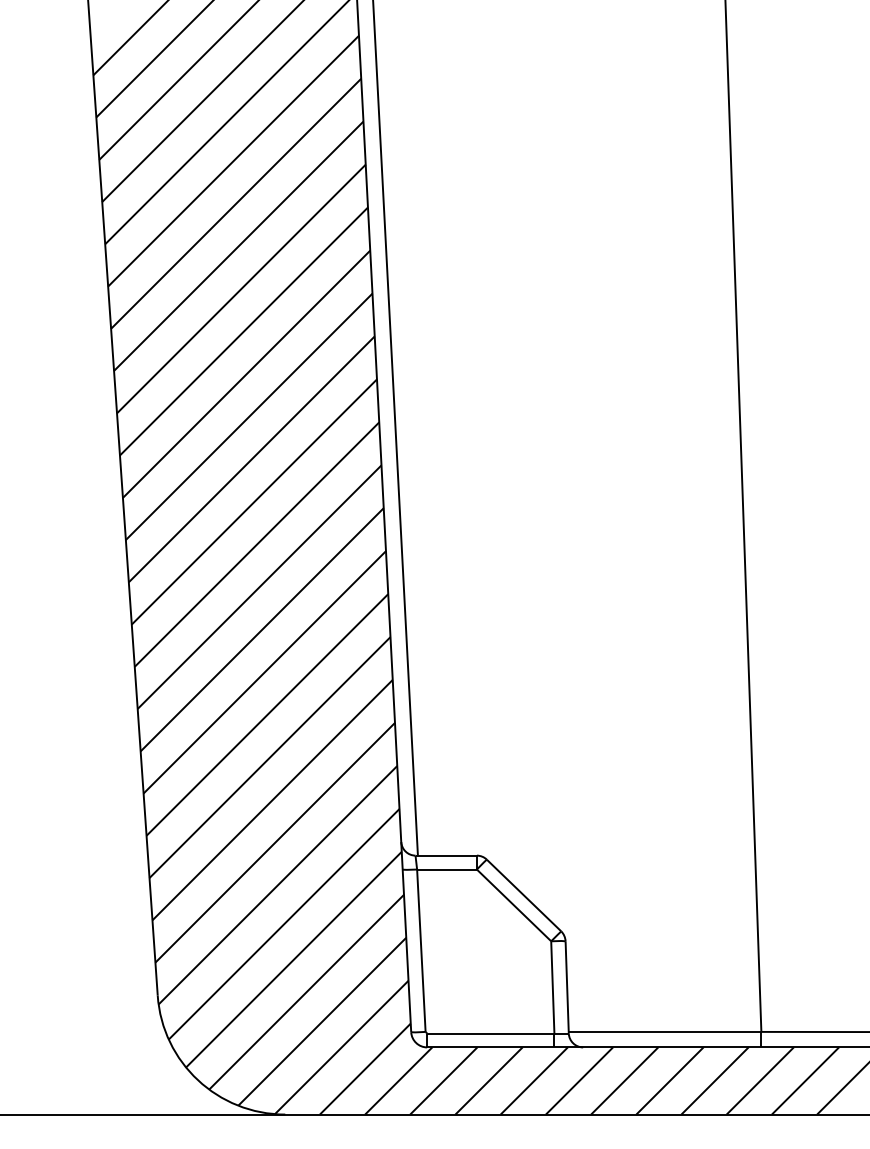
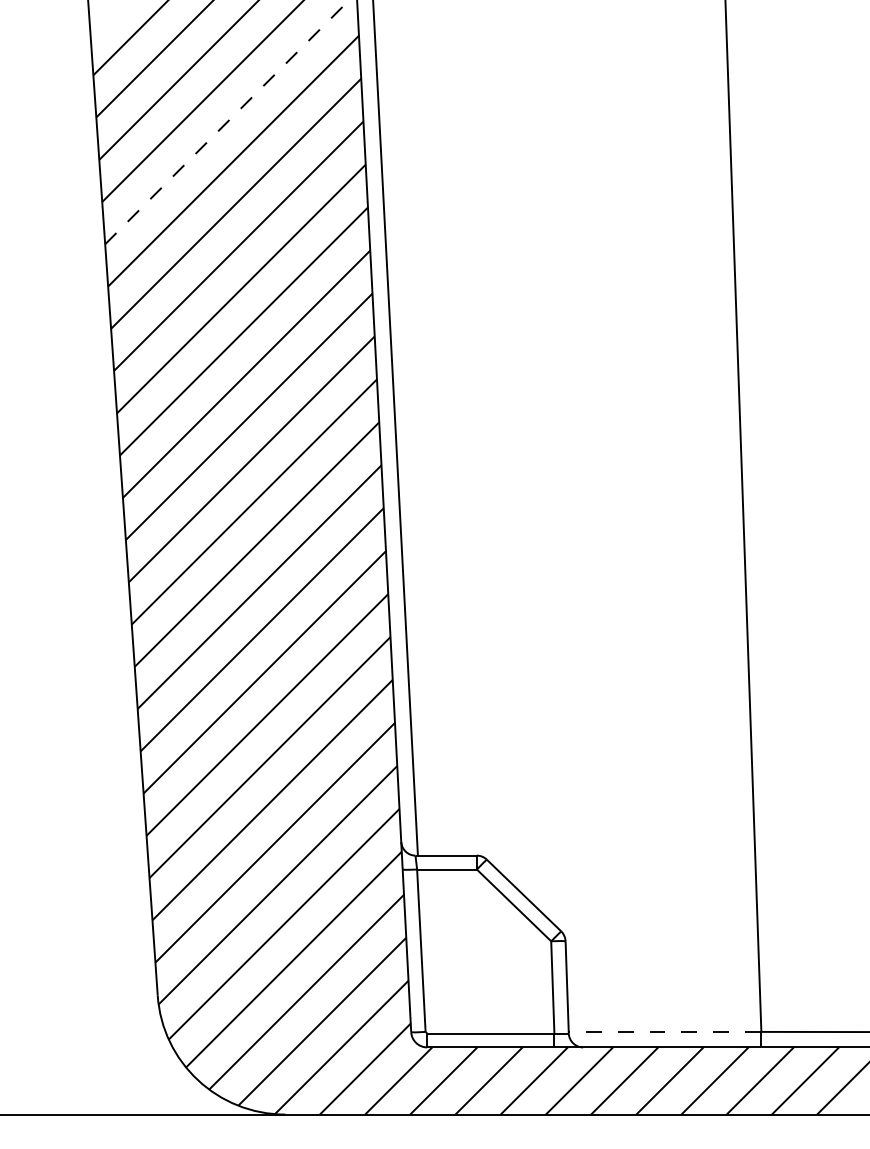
line at (227, 122): solid -> dashed
line at (664, 1031): solid -> dashed
